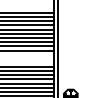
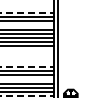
line at (27, 12): solid -> dashed
line at (28, 25): present -> none
line at (28, 50): present -> none
line at (27, 66): solid -> dashed
line at (28, 79): present -> none
line at (27, 96): solid -> dashed
